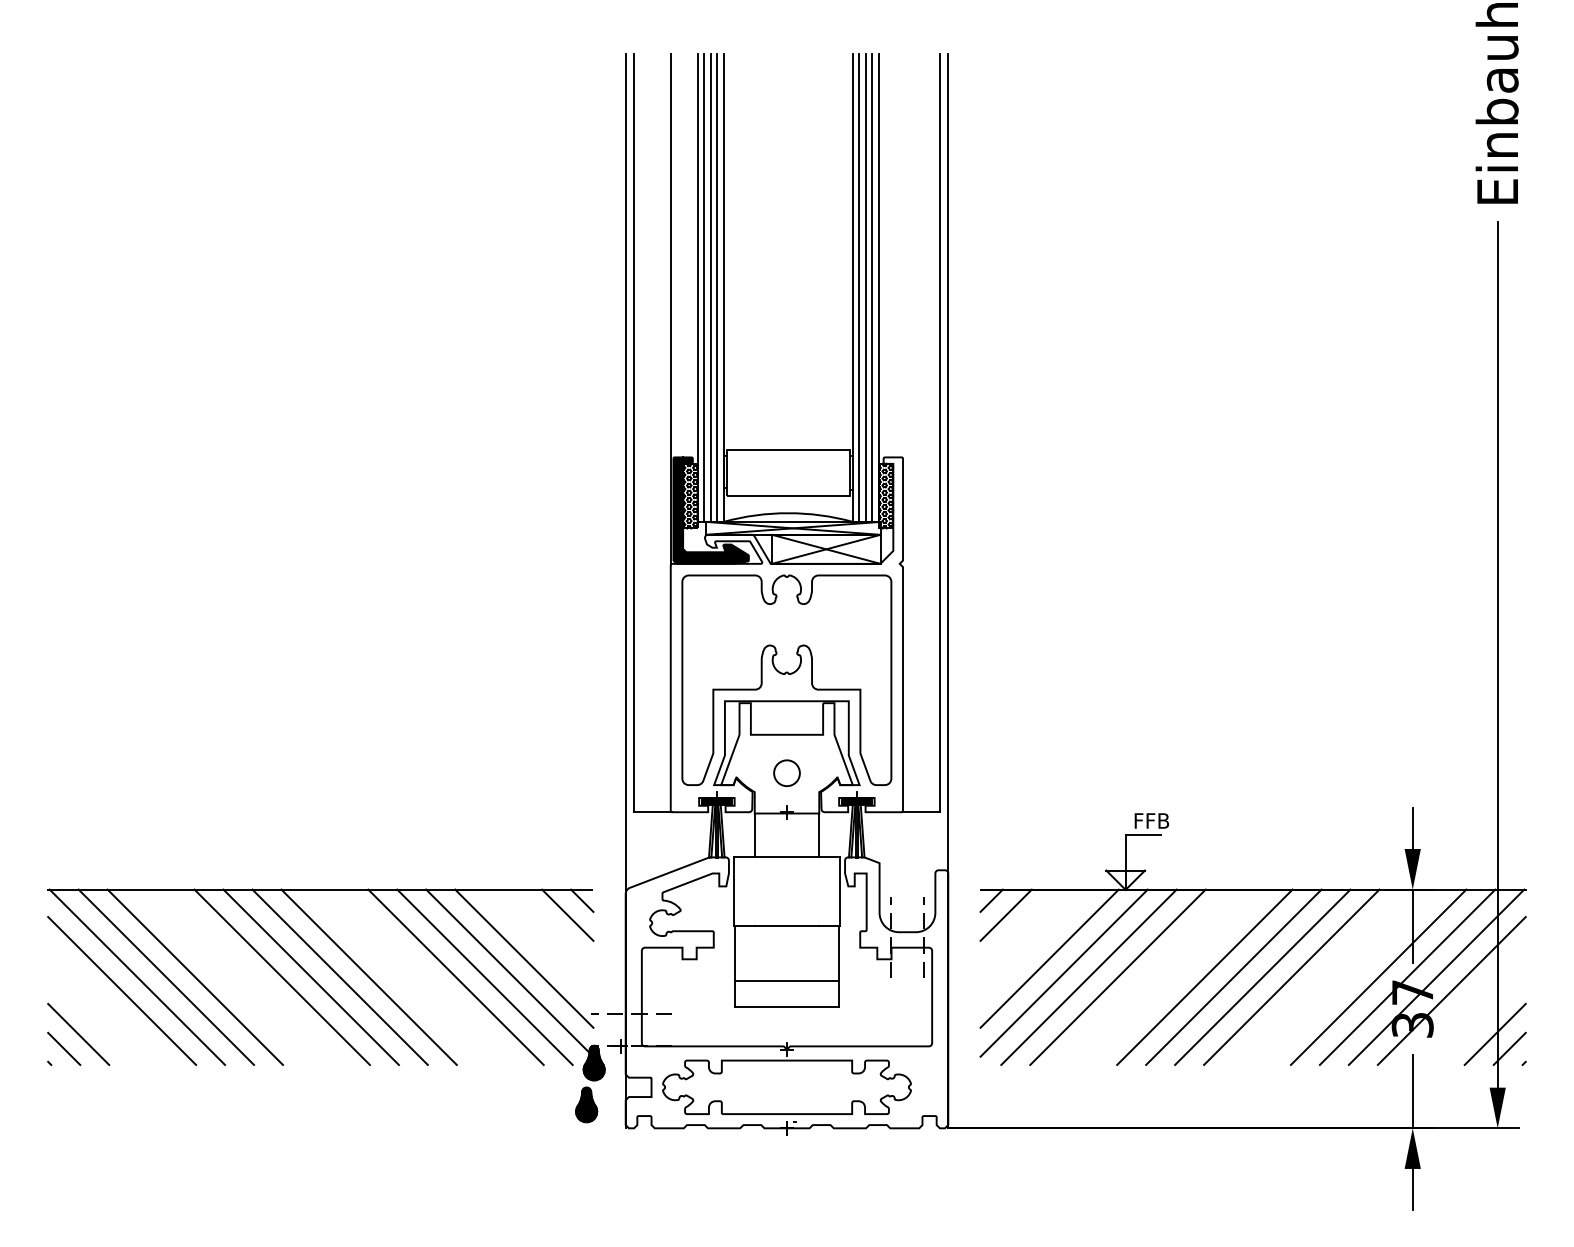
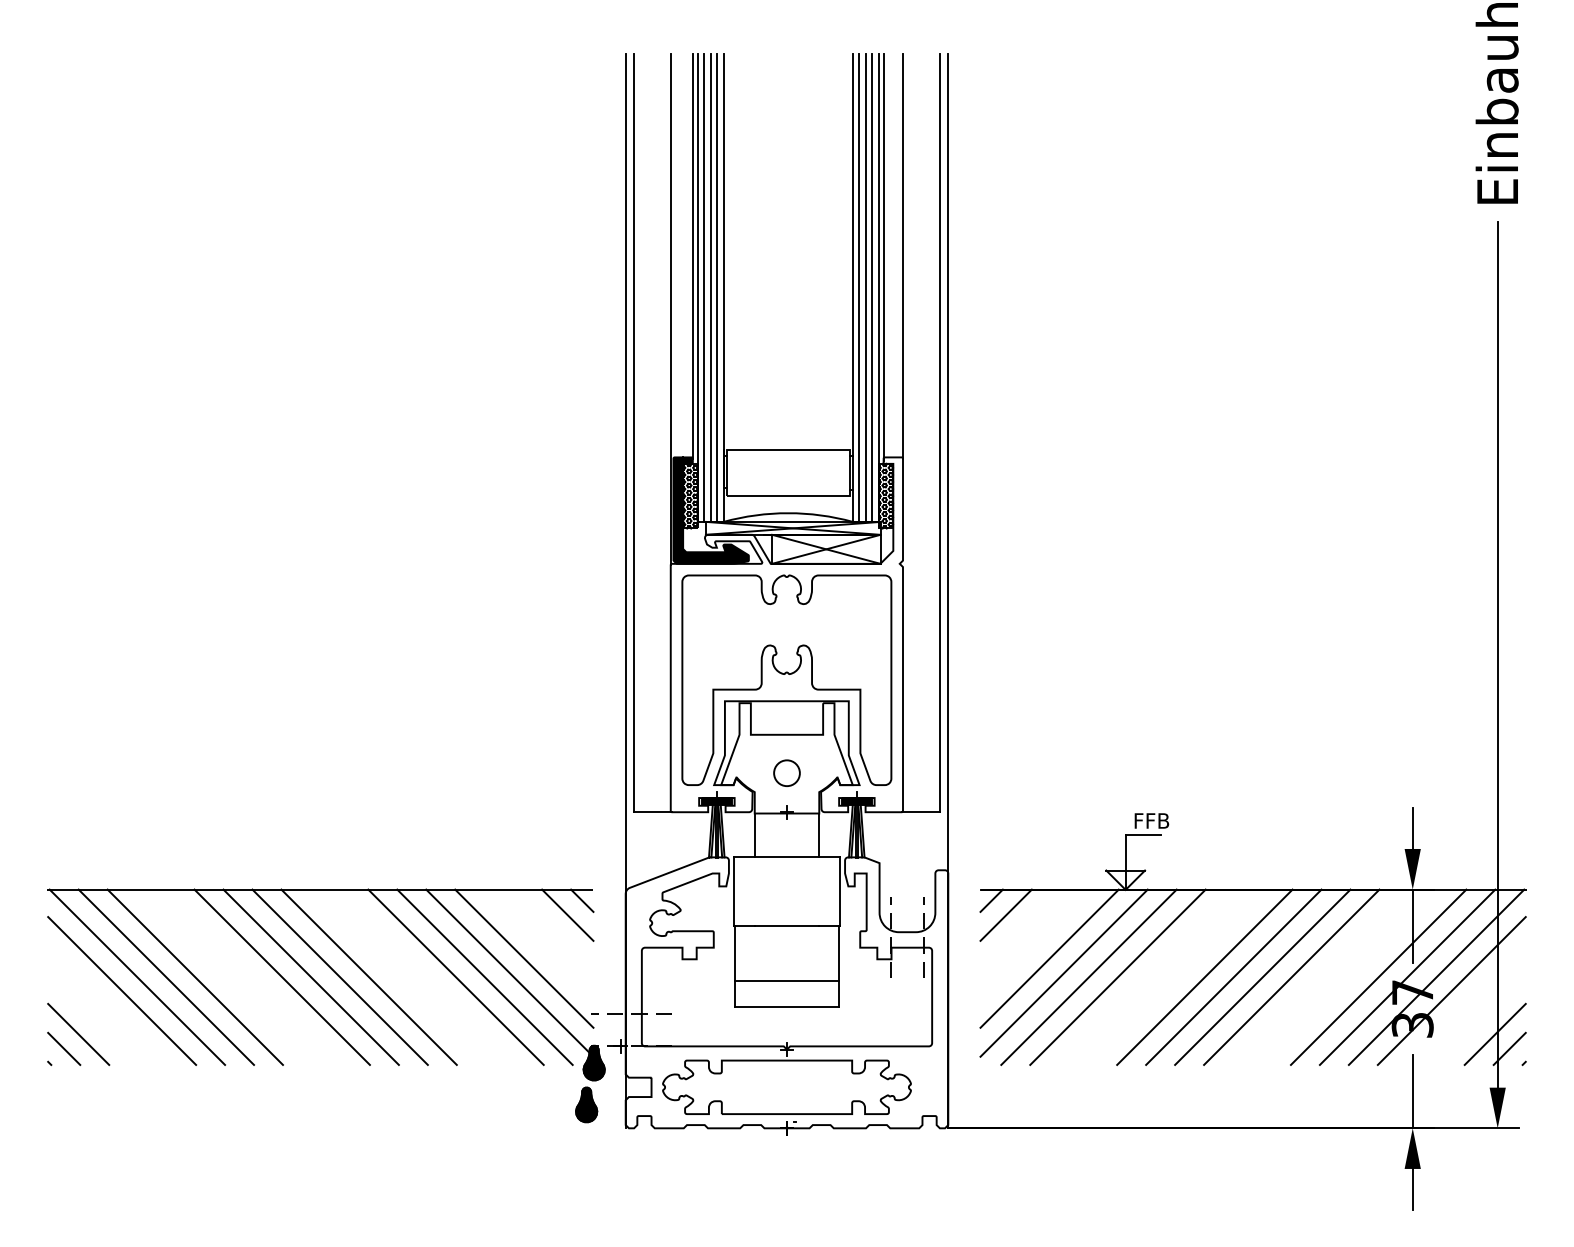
line at (692, 255): none -> present
line at (902, 255): none -> present
line at (883, 256): none -> present
